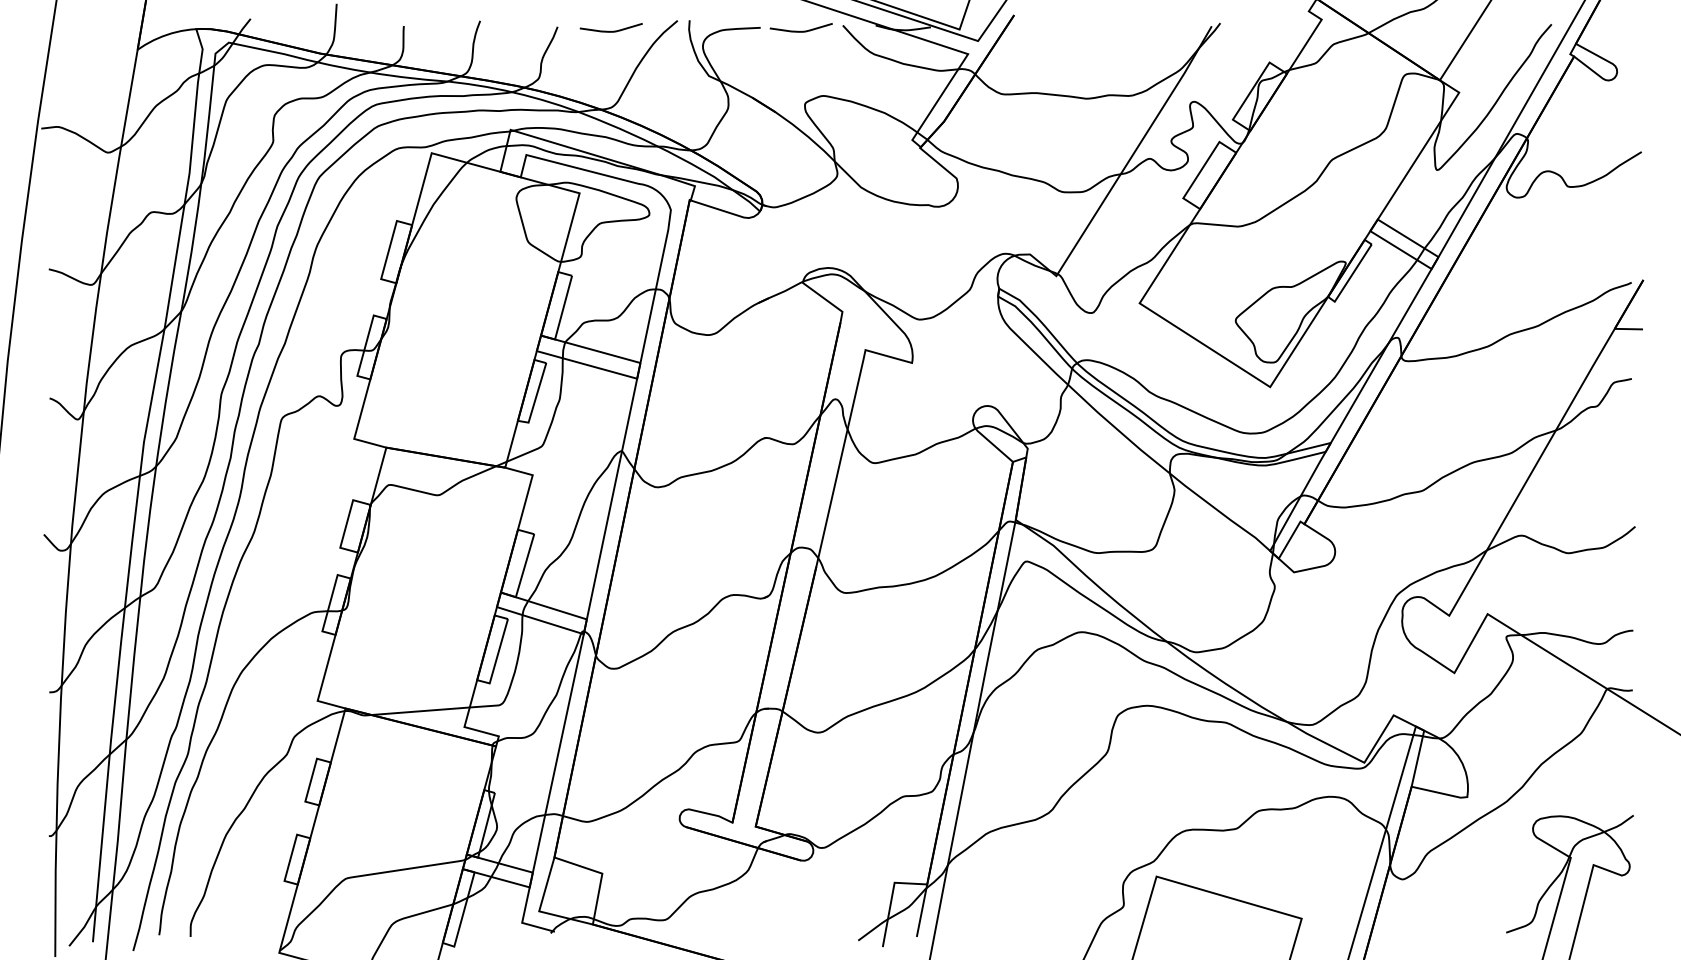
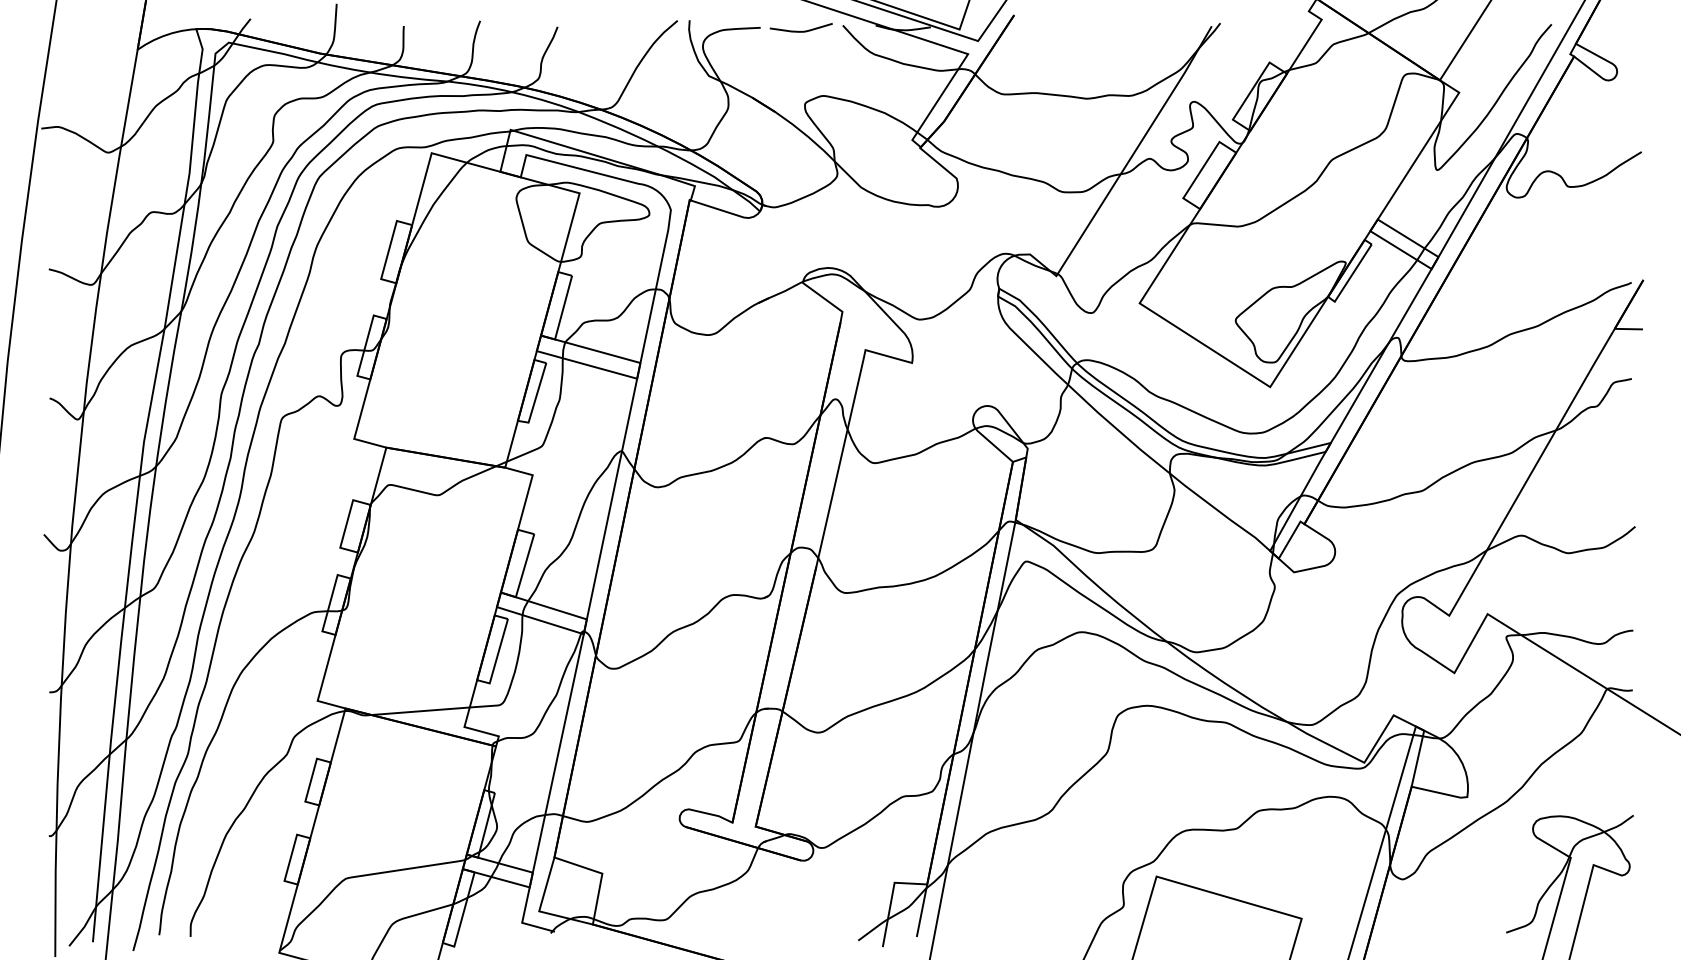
curve at (612, 30): present -> none
